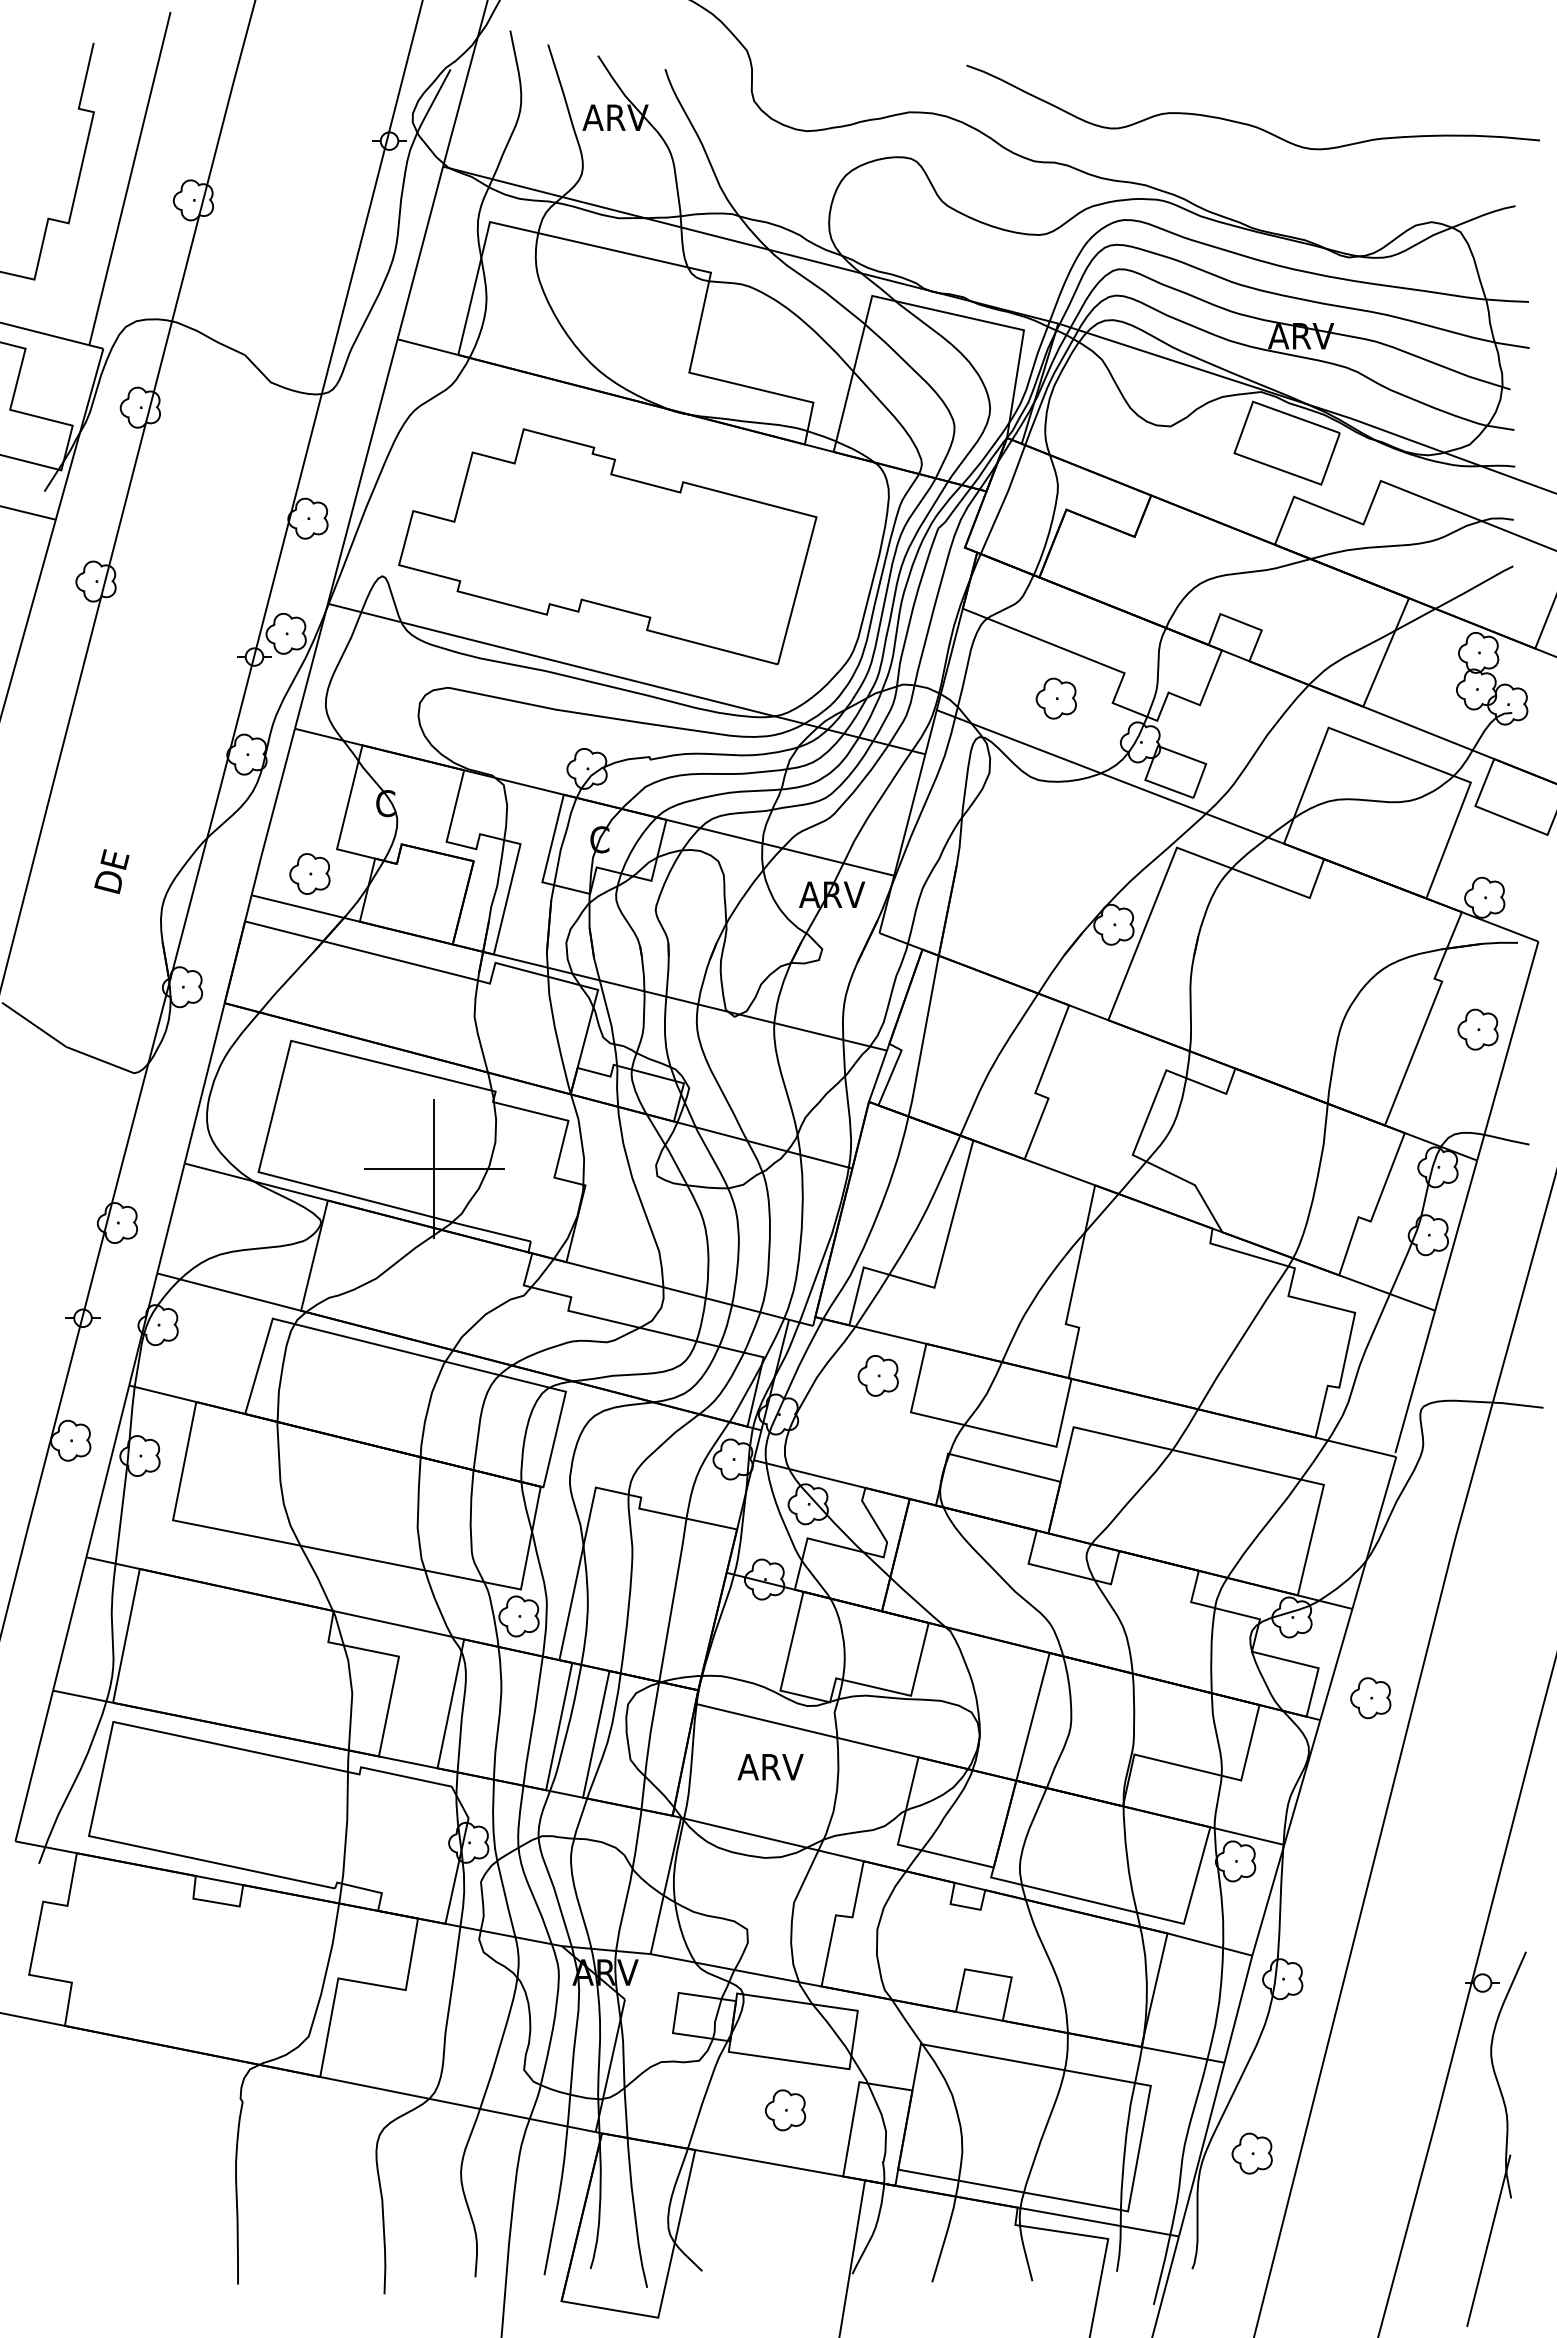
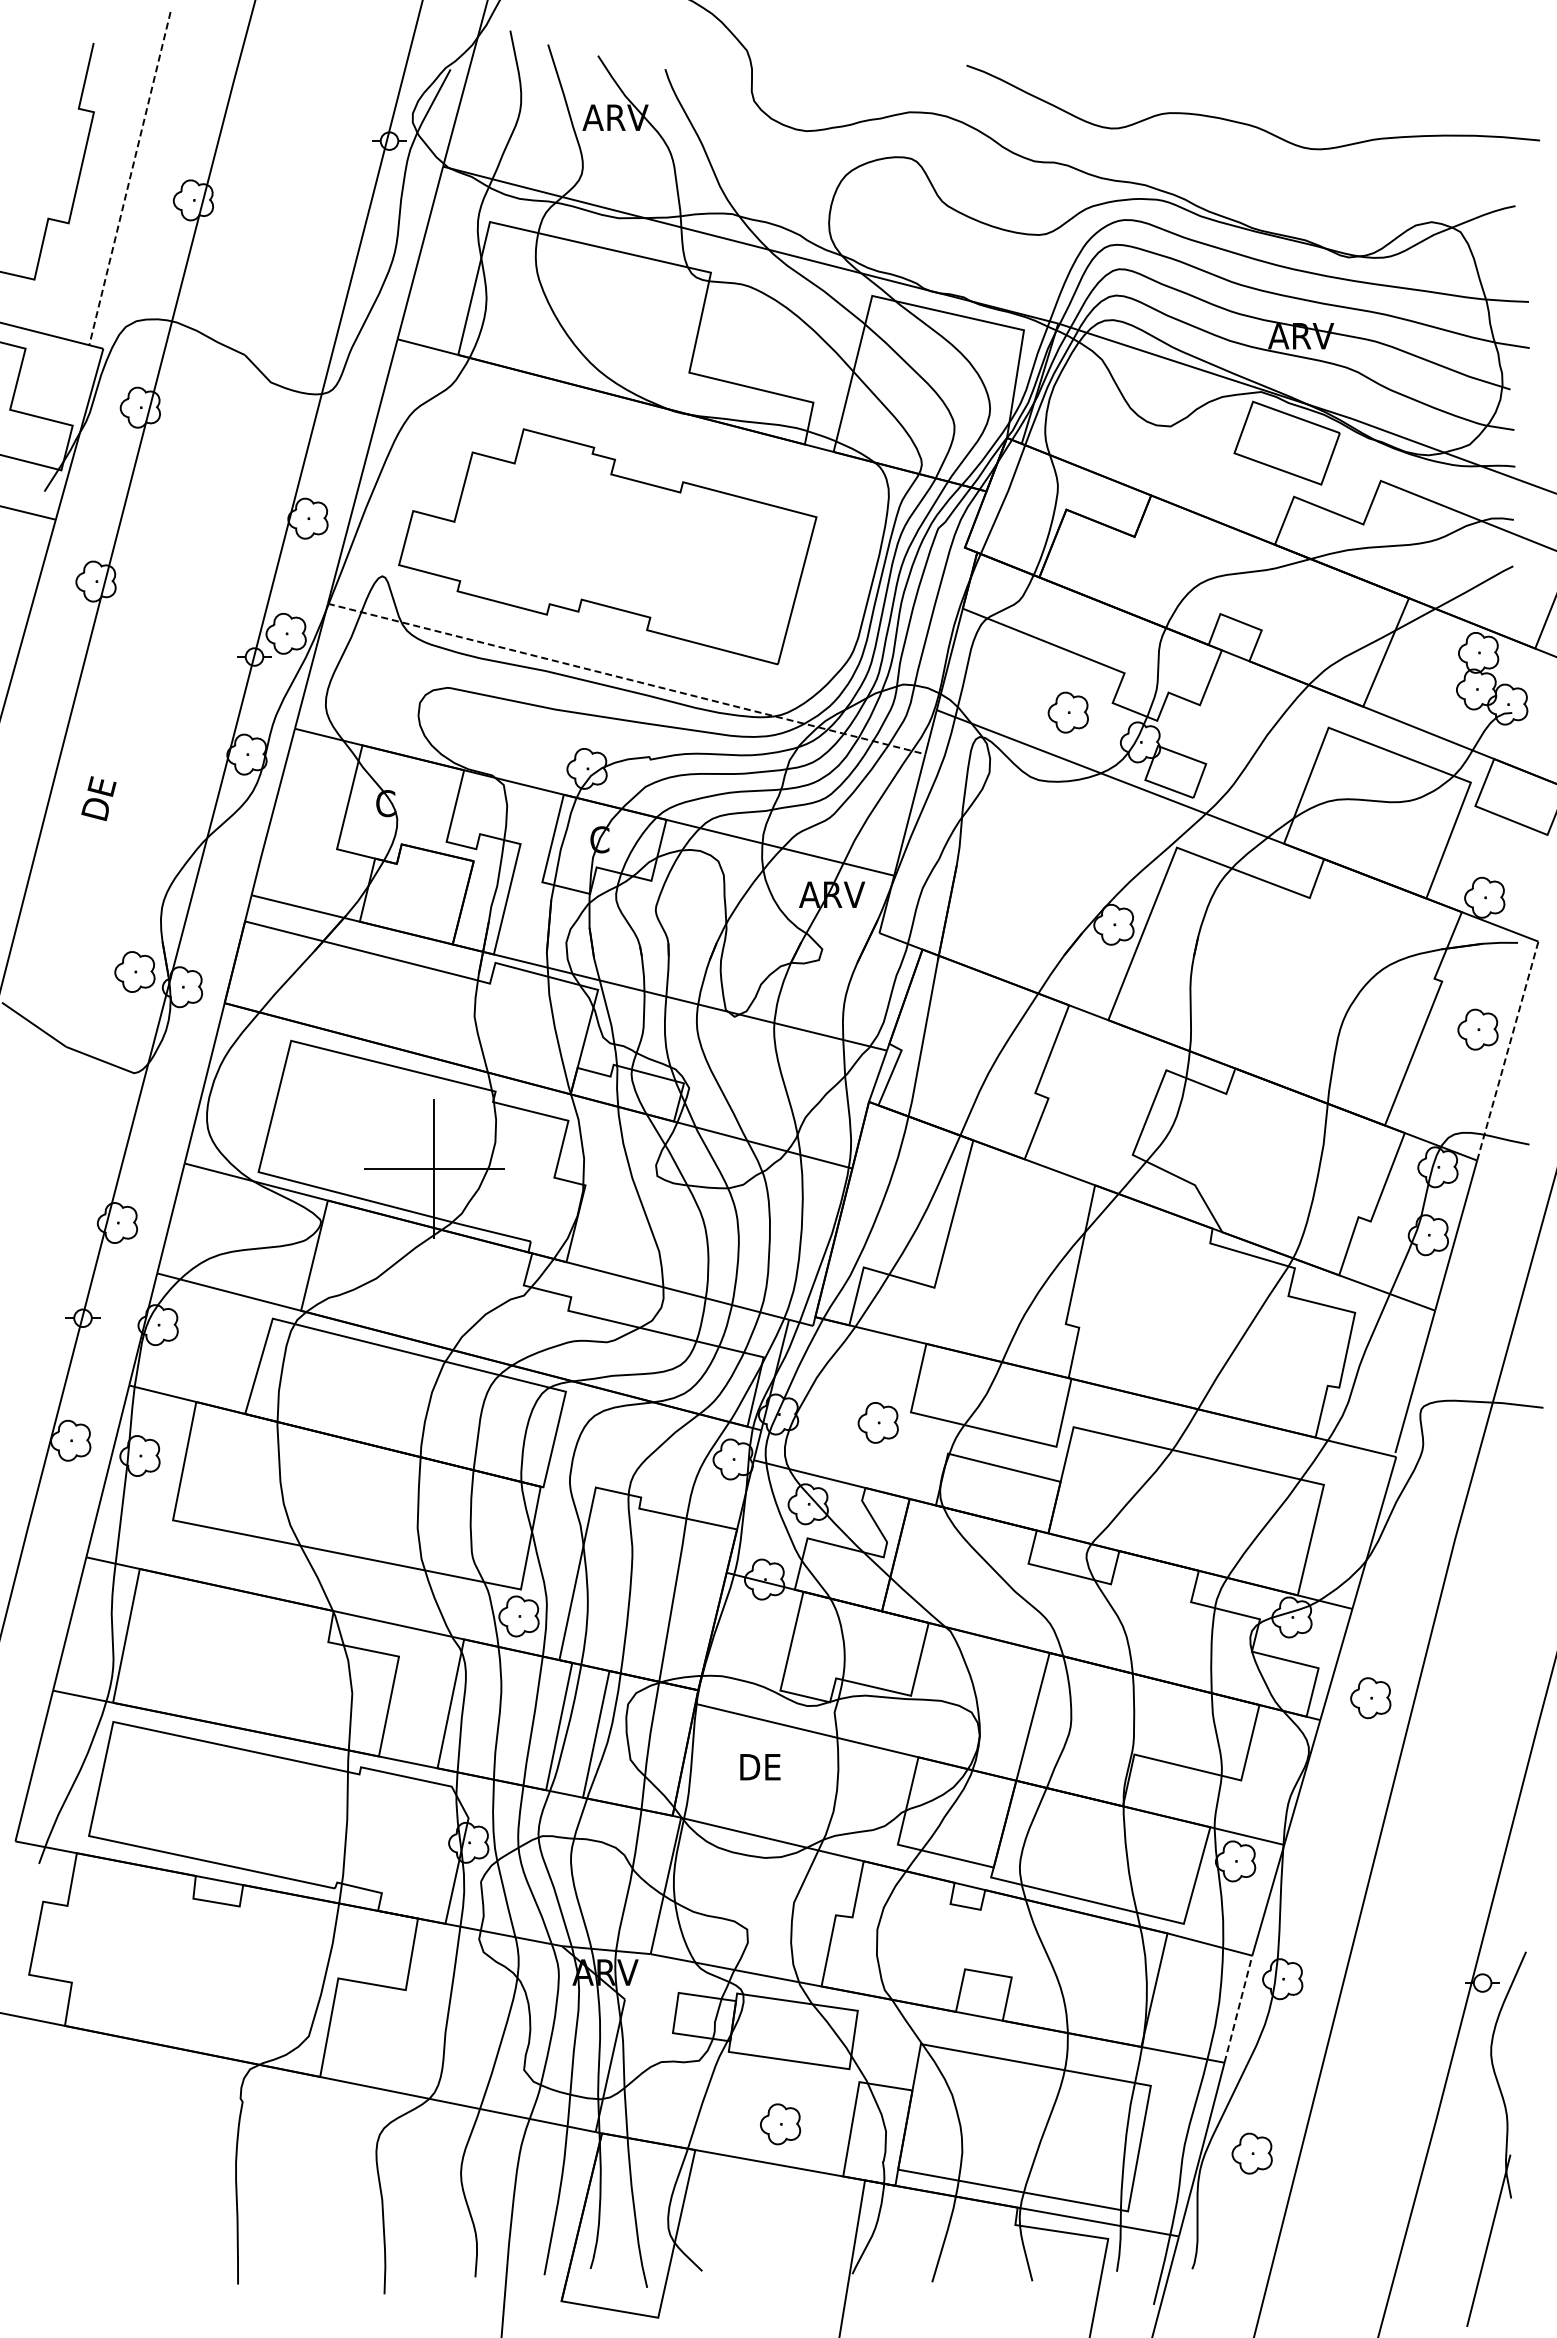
line at (129, 179): solid -> dashed
line at (627, 679): solid -> dashed
part at (1055, 698) position: (1055, 698) -> (1067, 712)
text at (111, 871) position: (111, 871) -> (98, 798)
part at (309, 873) position: (309, 873) -> (134, 971)
line at (1507, 1051): solid -> dashed
part at (877, 1375) position: (877, 1375) -> (877, 1422)
text at (770, 1767): ARV -> DE
line at (1238, 2008): solid -> dashed
part at (785, 2110) position: (785, 2110) -> (780, 2124)
